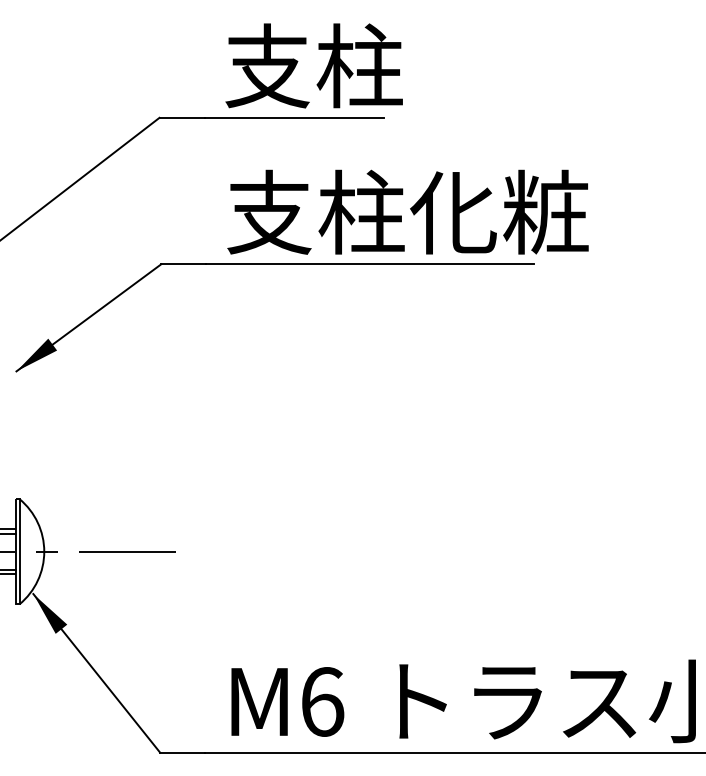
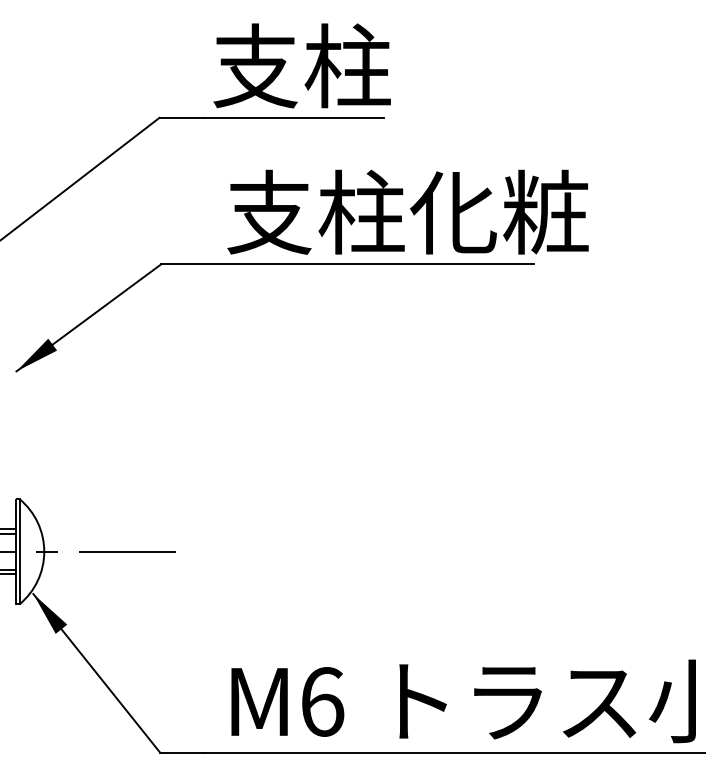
text at (313, 65) position: (313, 65) -> (301, 65)
